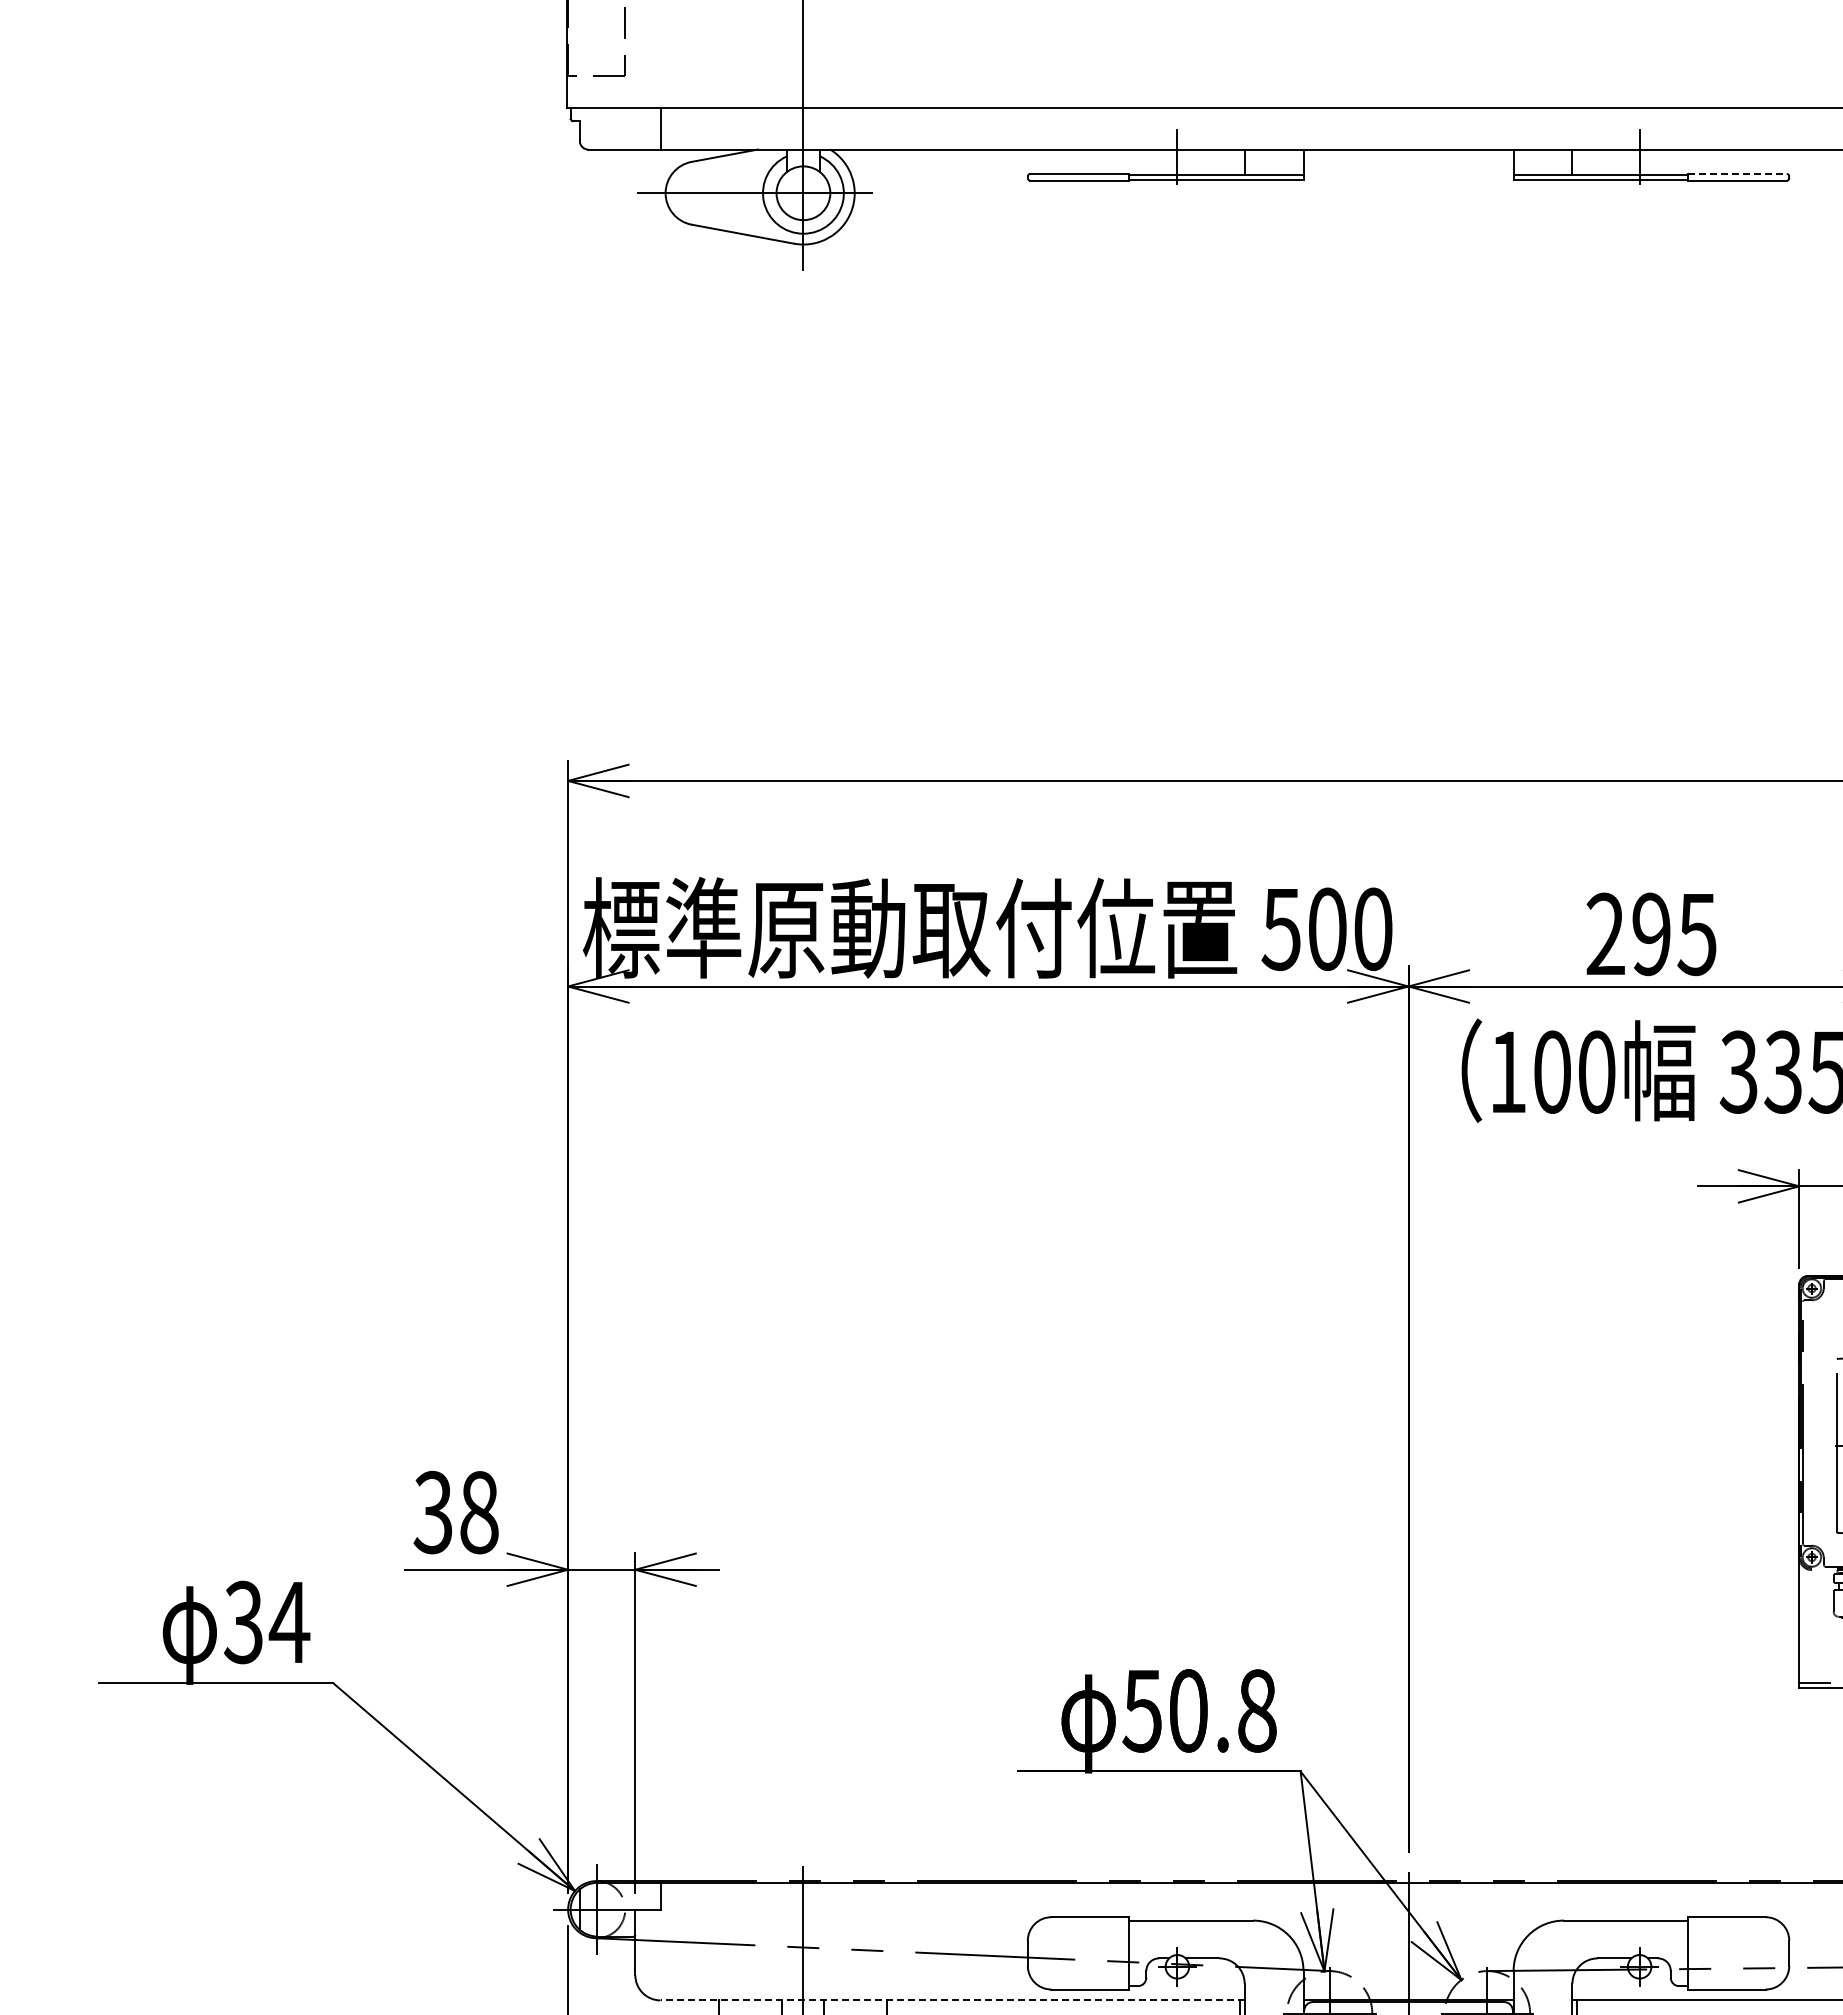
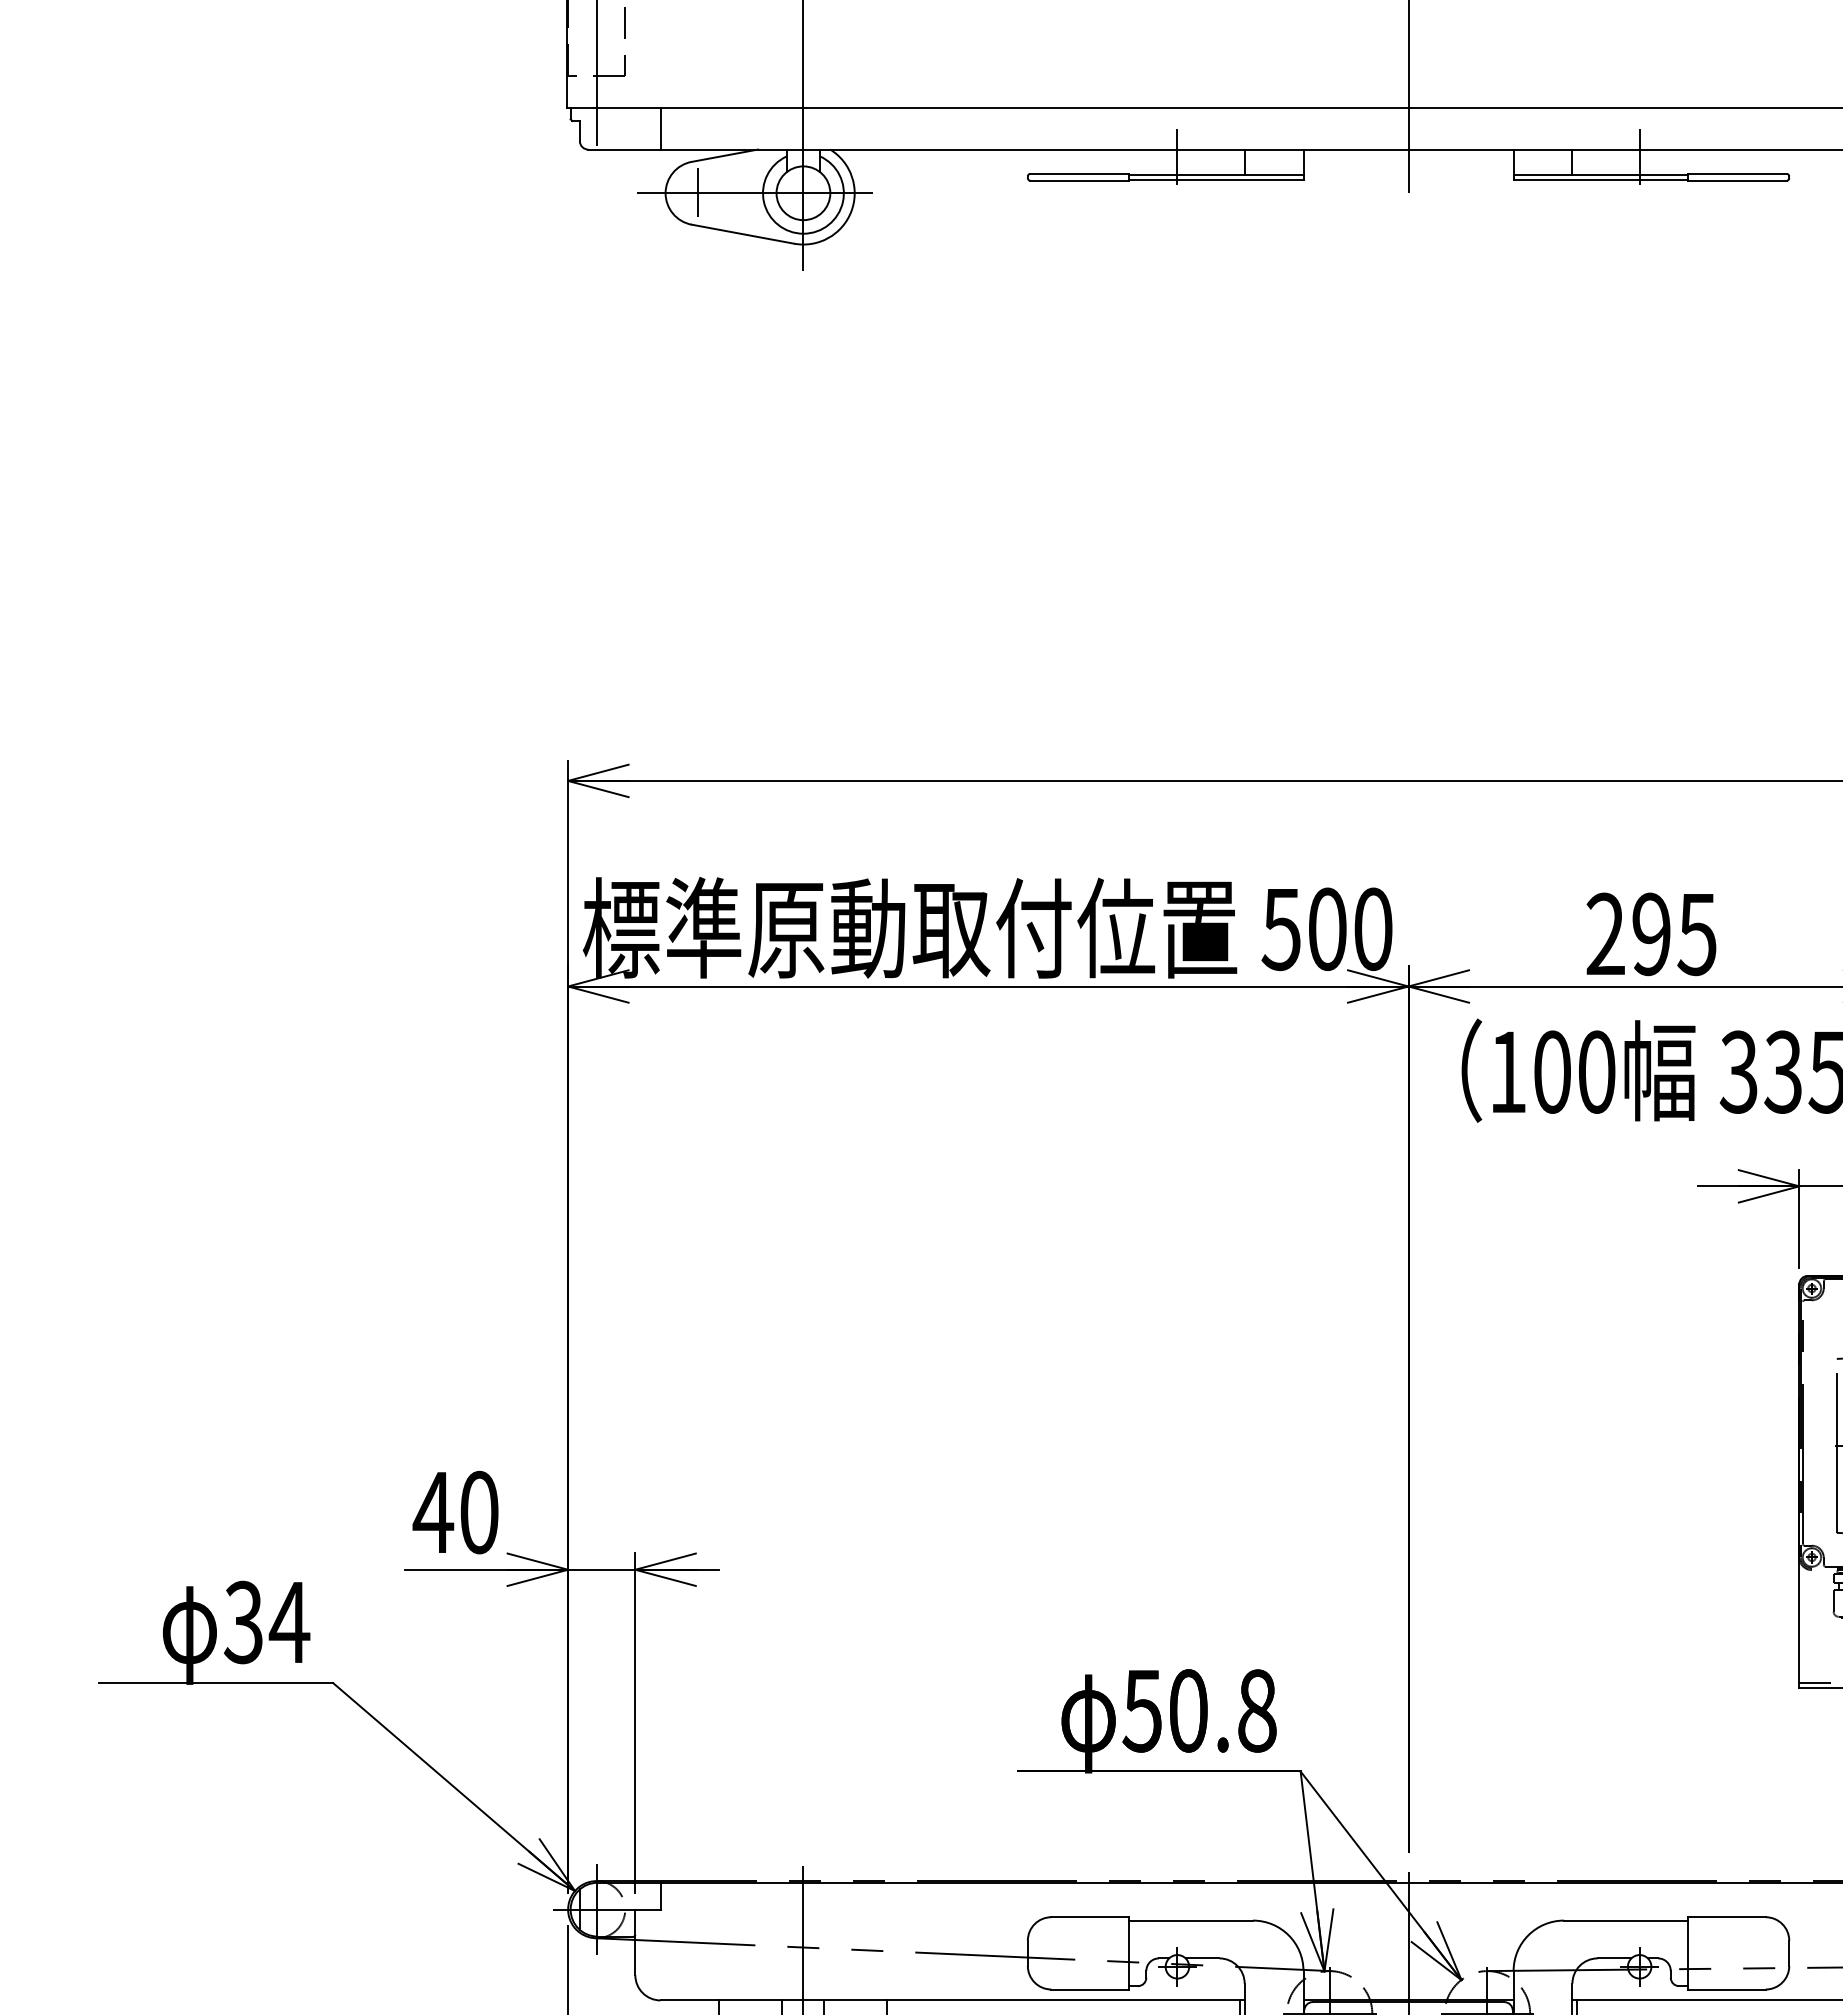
line at (596, 73): none -> present
line at (1408, 97): none -> present
line at (1738, 173): dashed -> solid
line at (697, 192): none -> present
text at (455, 1512): 38 -> 40
line at (952, 2000): dashed -> solid
